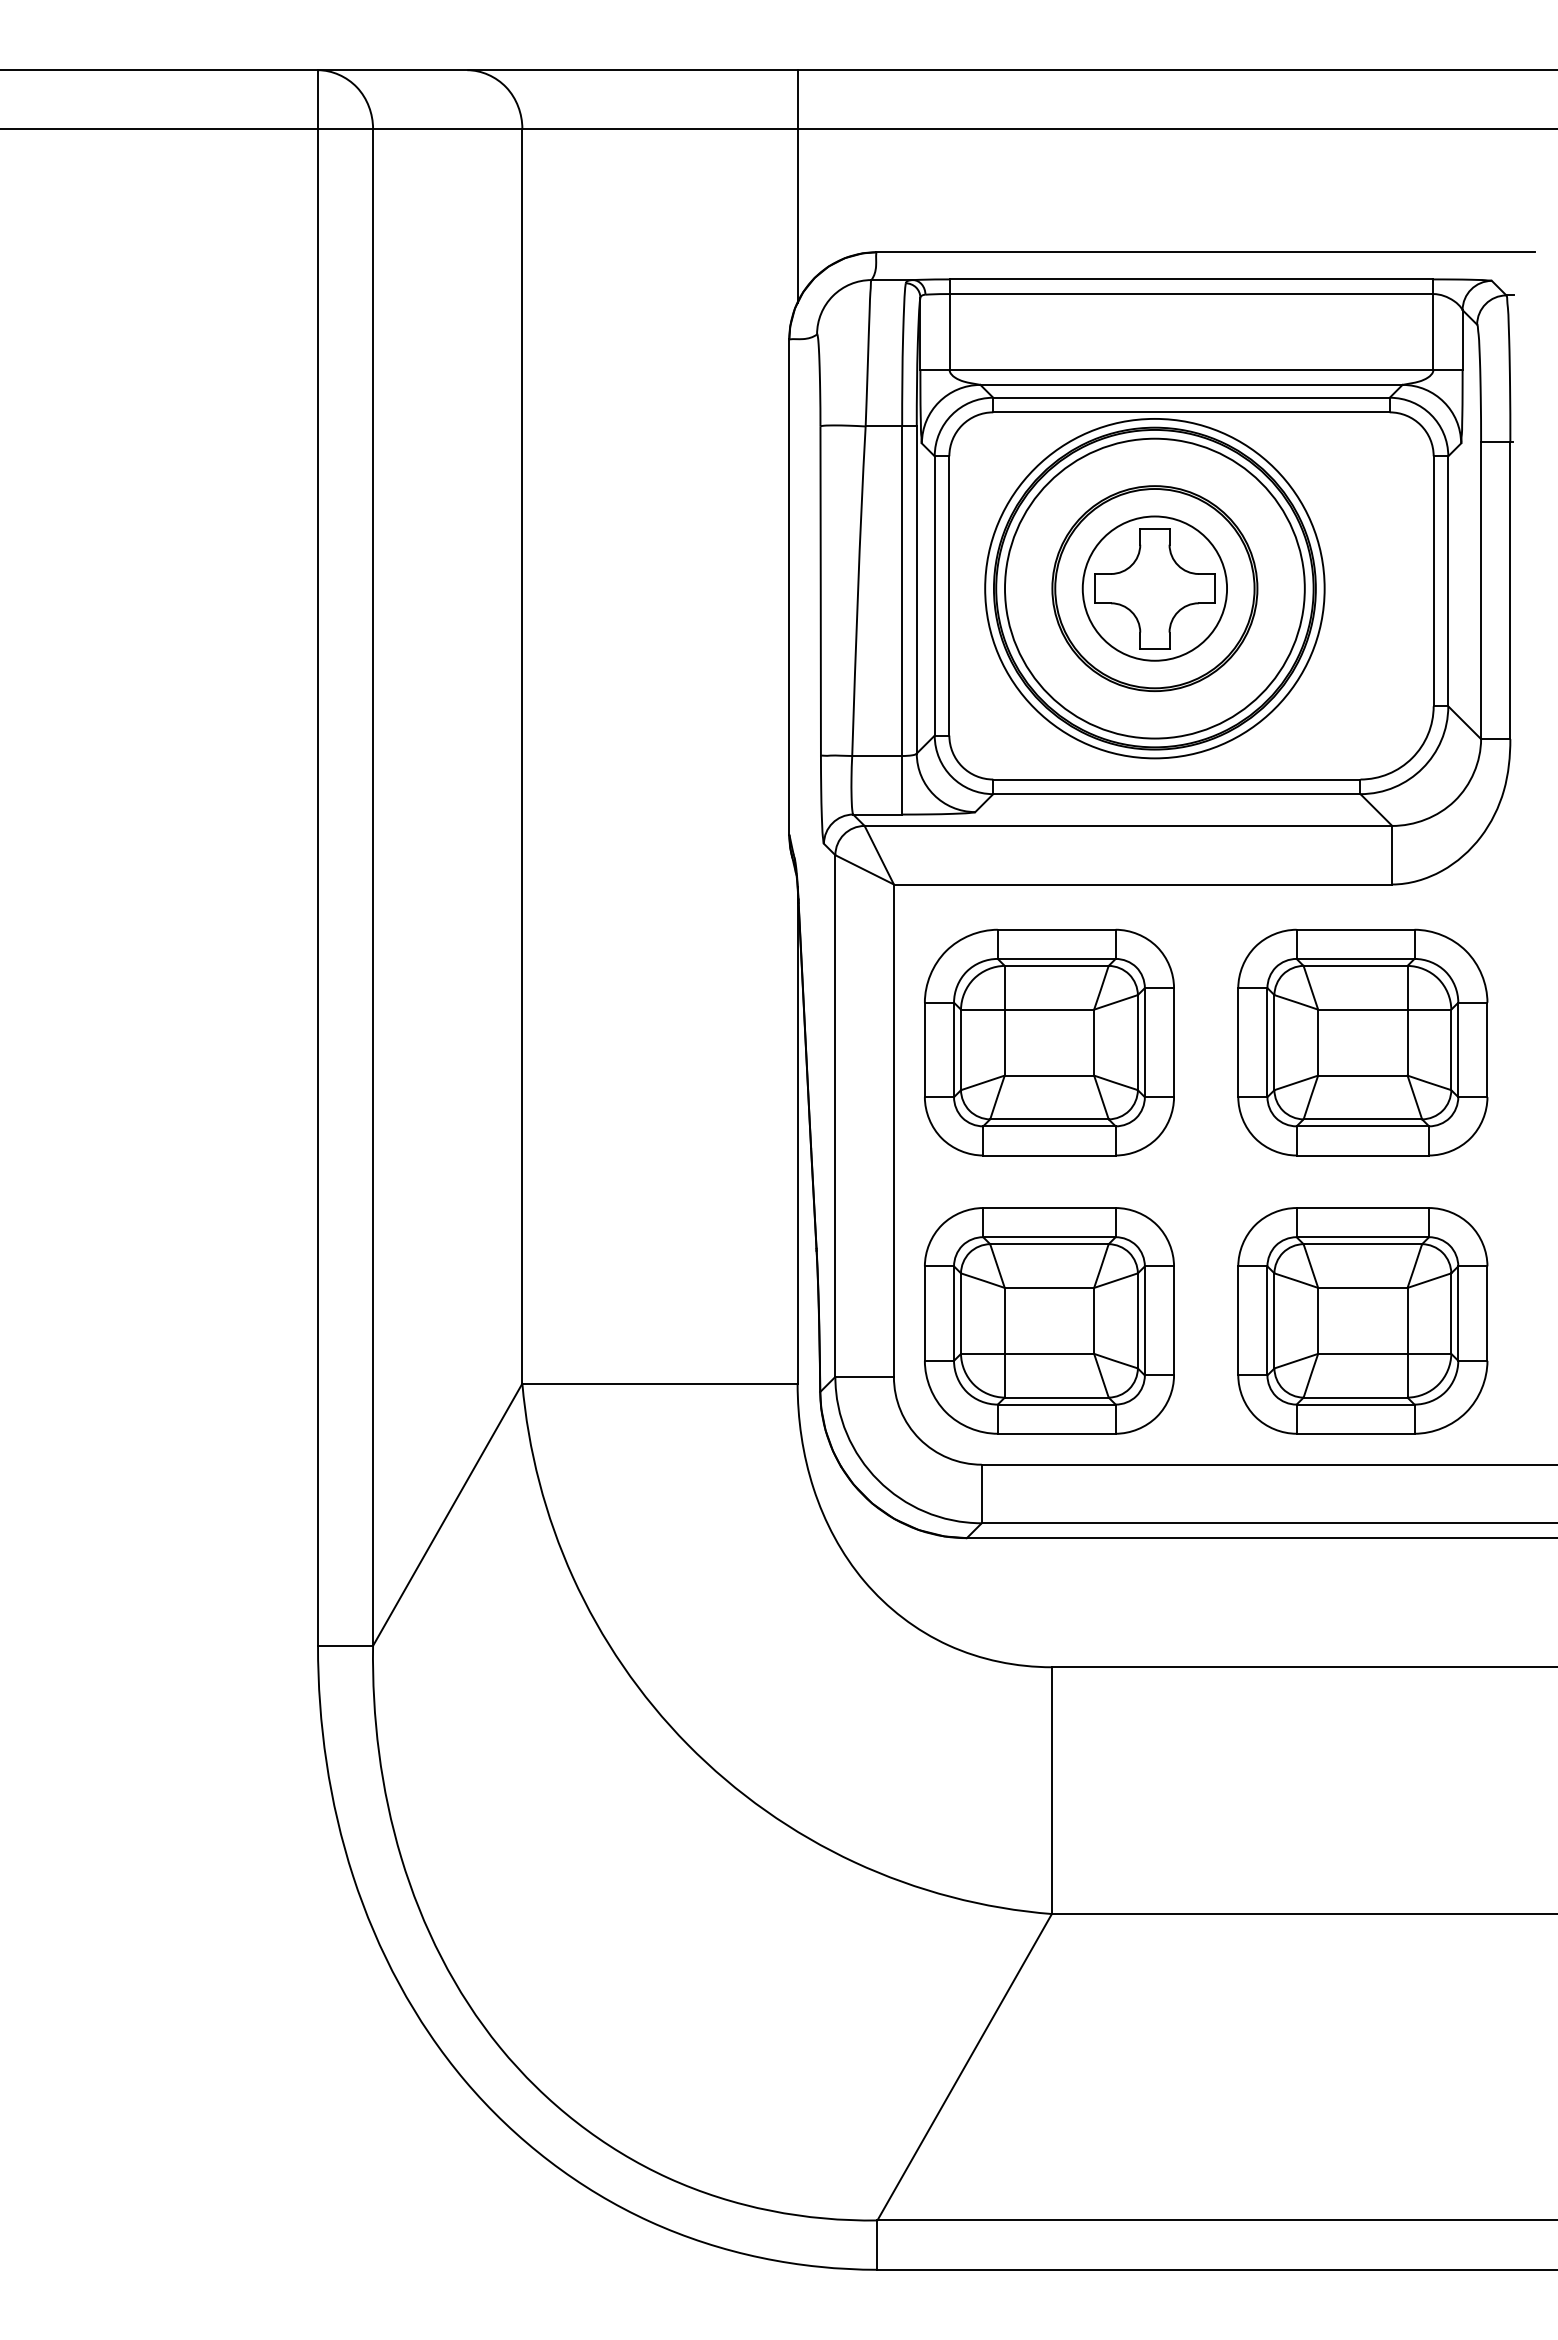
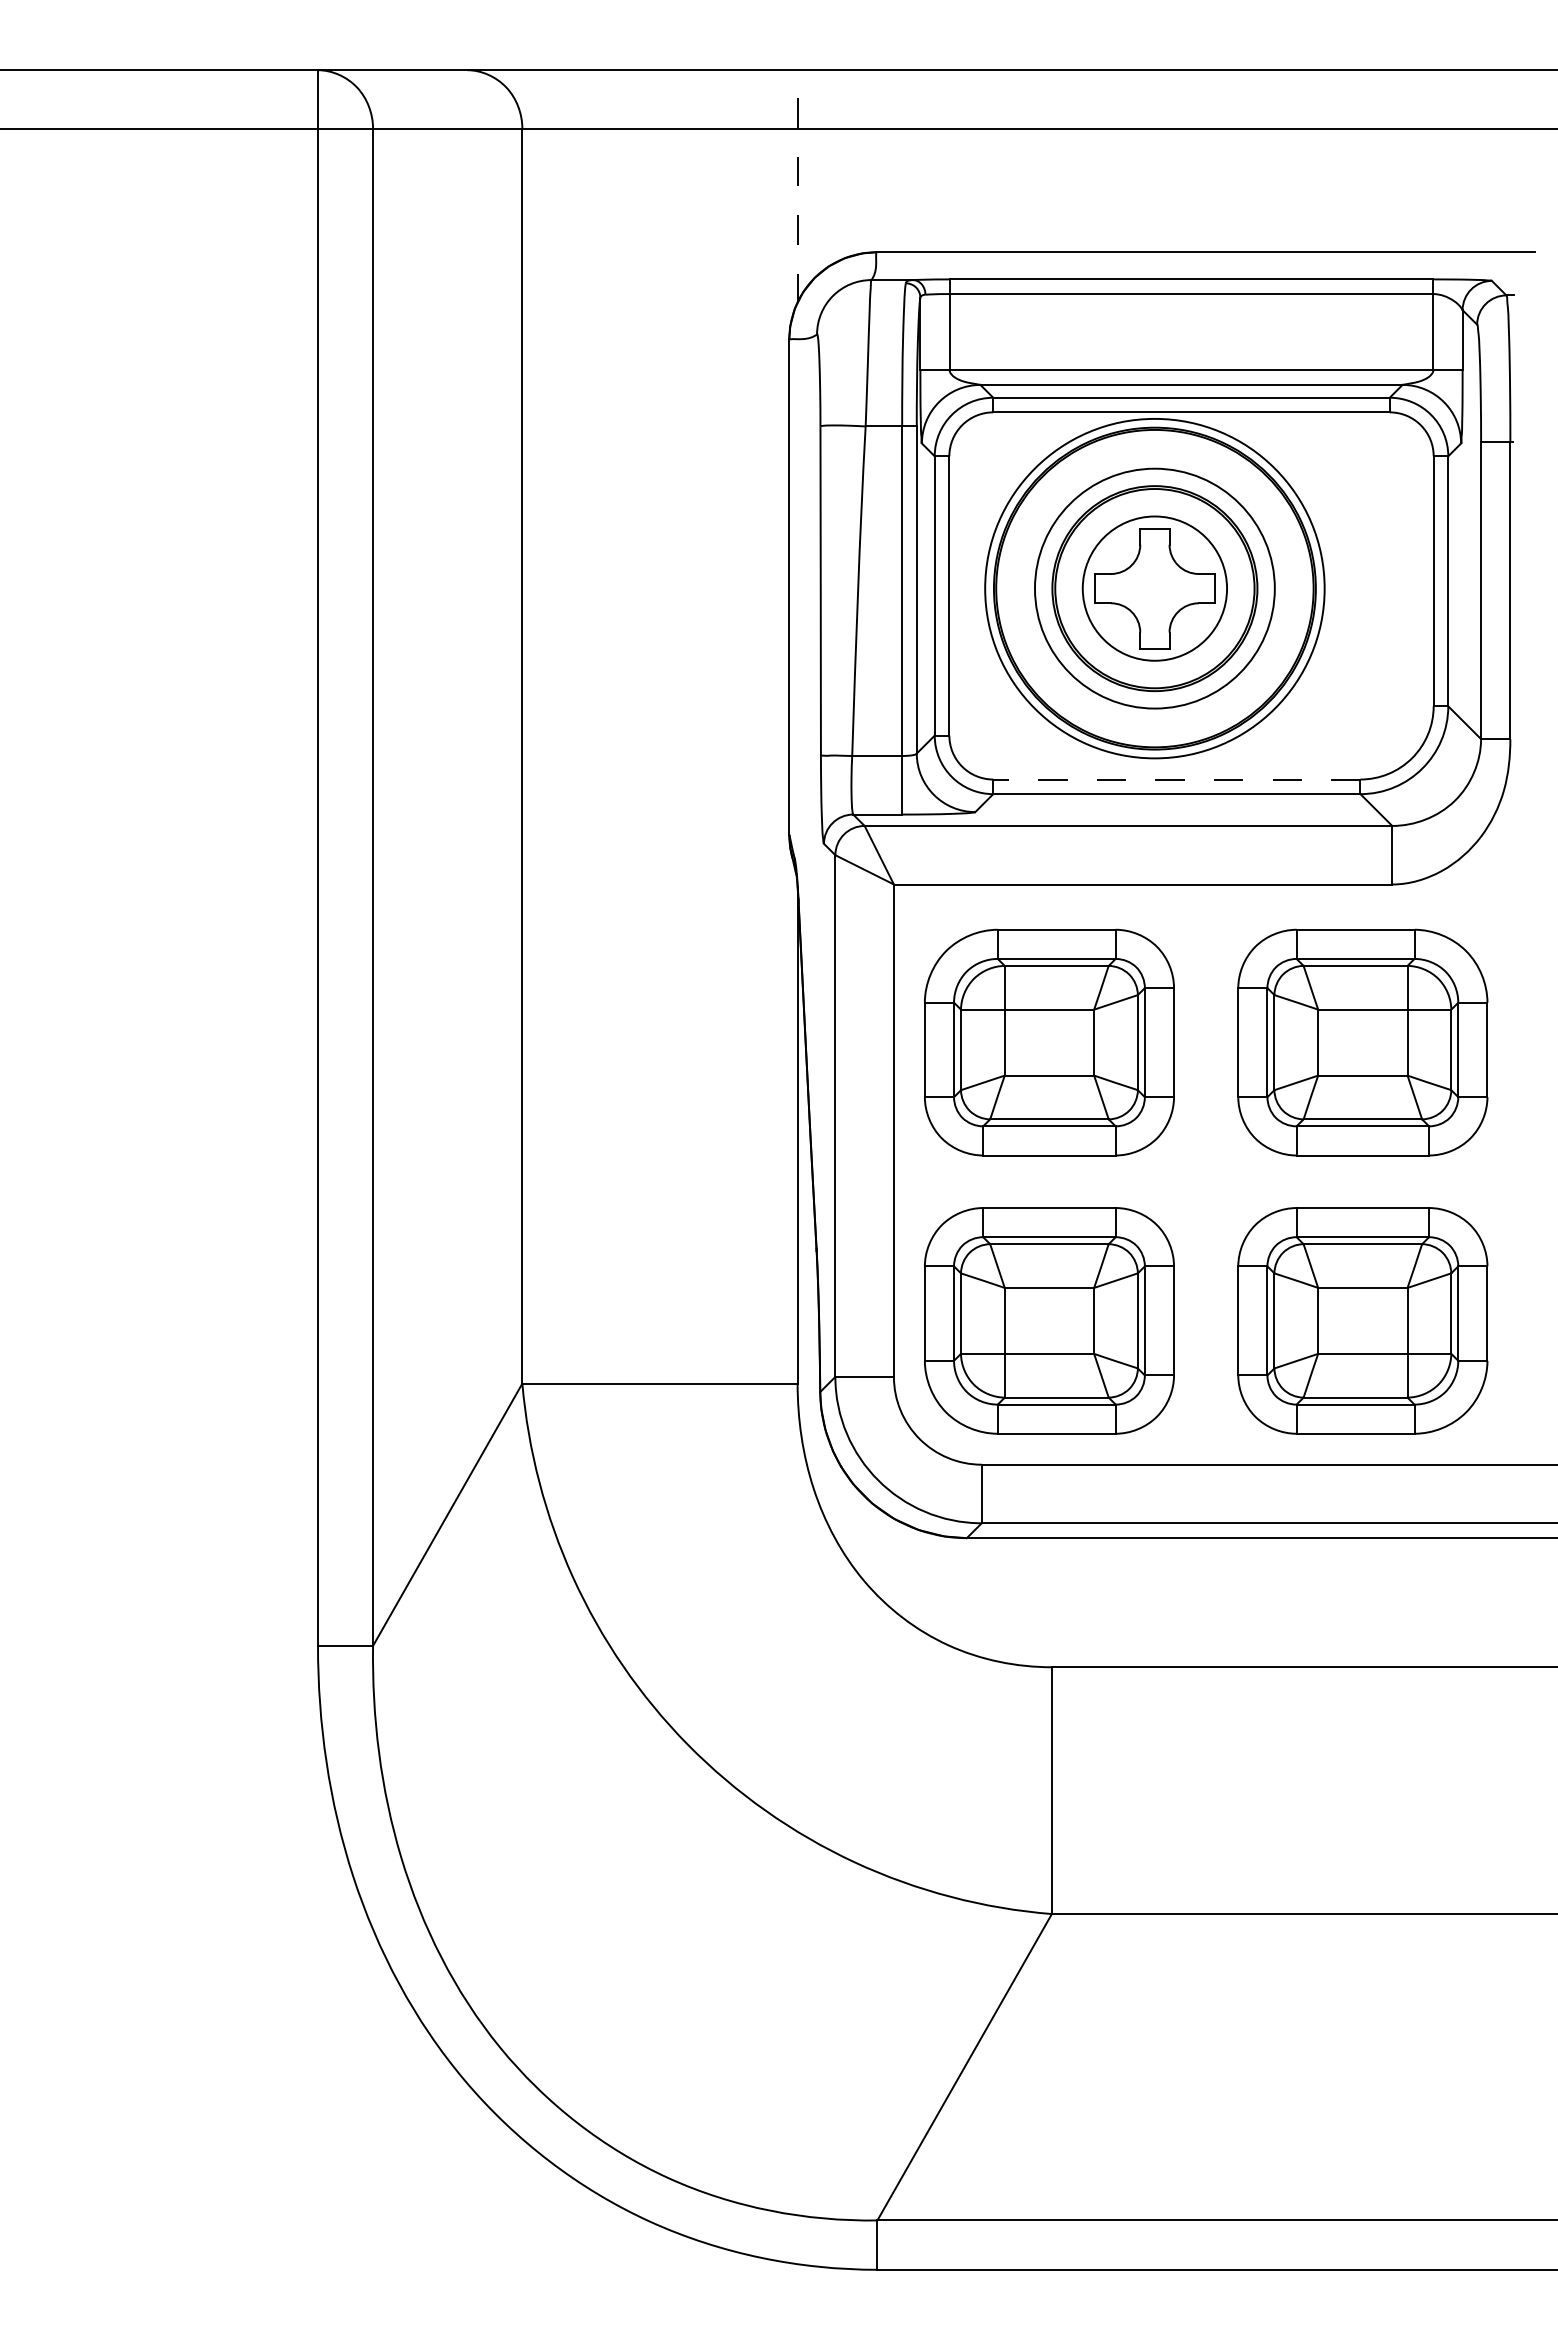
line at (797, 186): solid -> dashed
circle at (1154, 588) diameter: 300 px -> 240 px
line at (1176, 779): solid -> dashed
